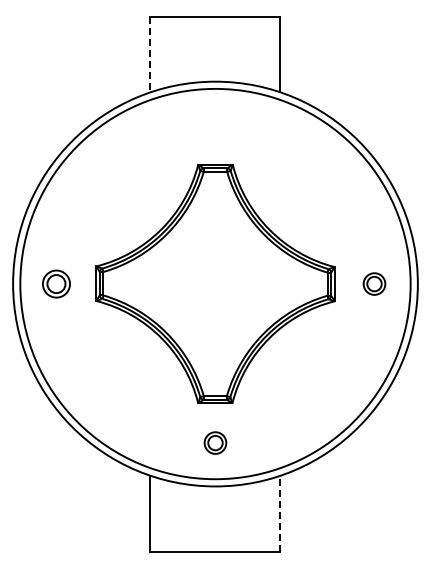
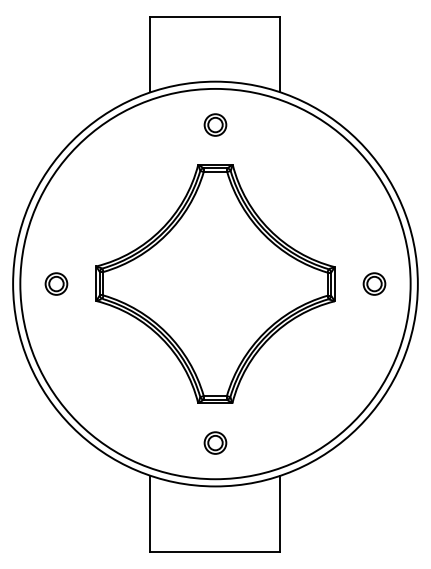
line at (150, 54): dashed -> solid
part at (215, 124): none -> present
part at (56, 283) size: 29x30 px -> 25x24 px
line at (280, 513): dashed -> solid
